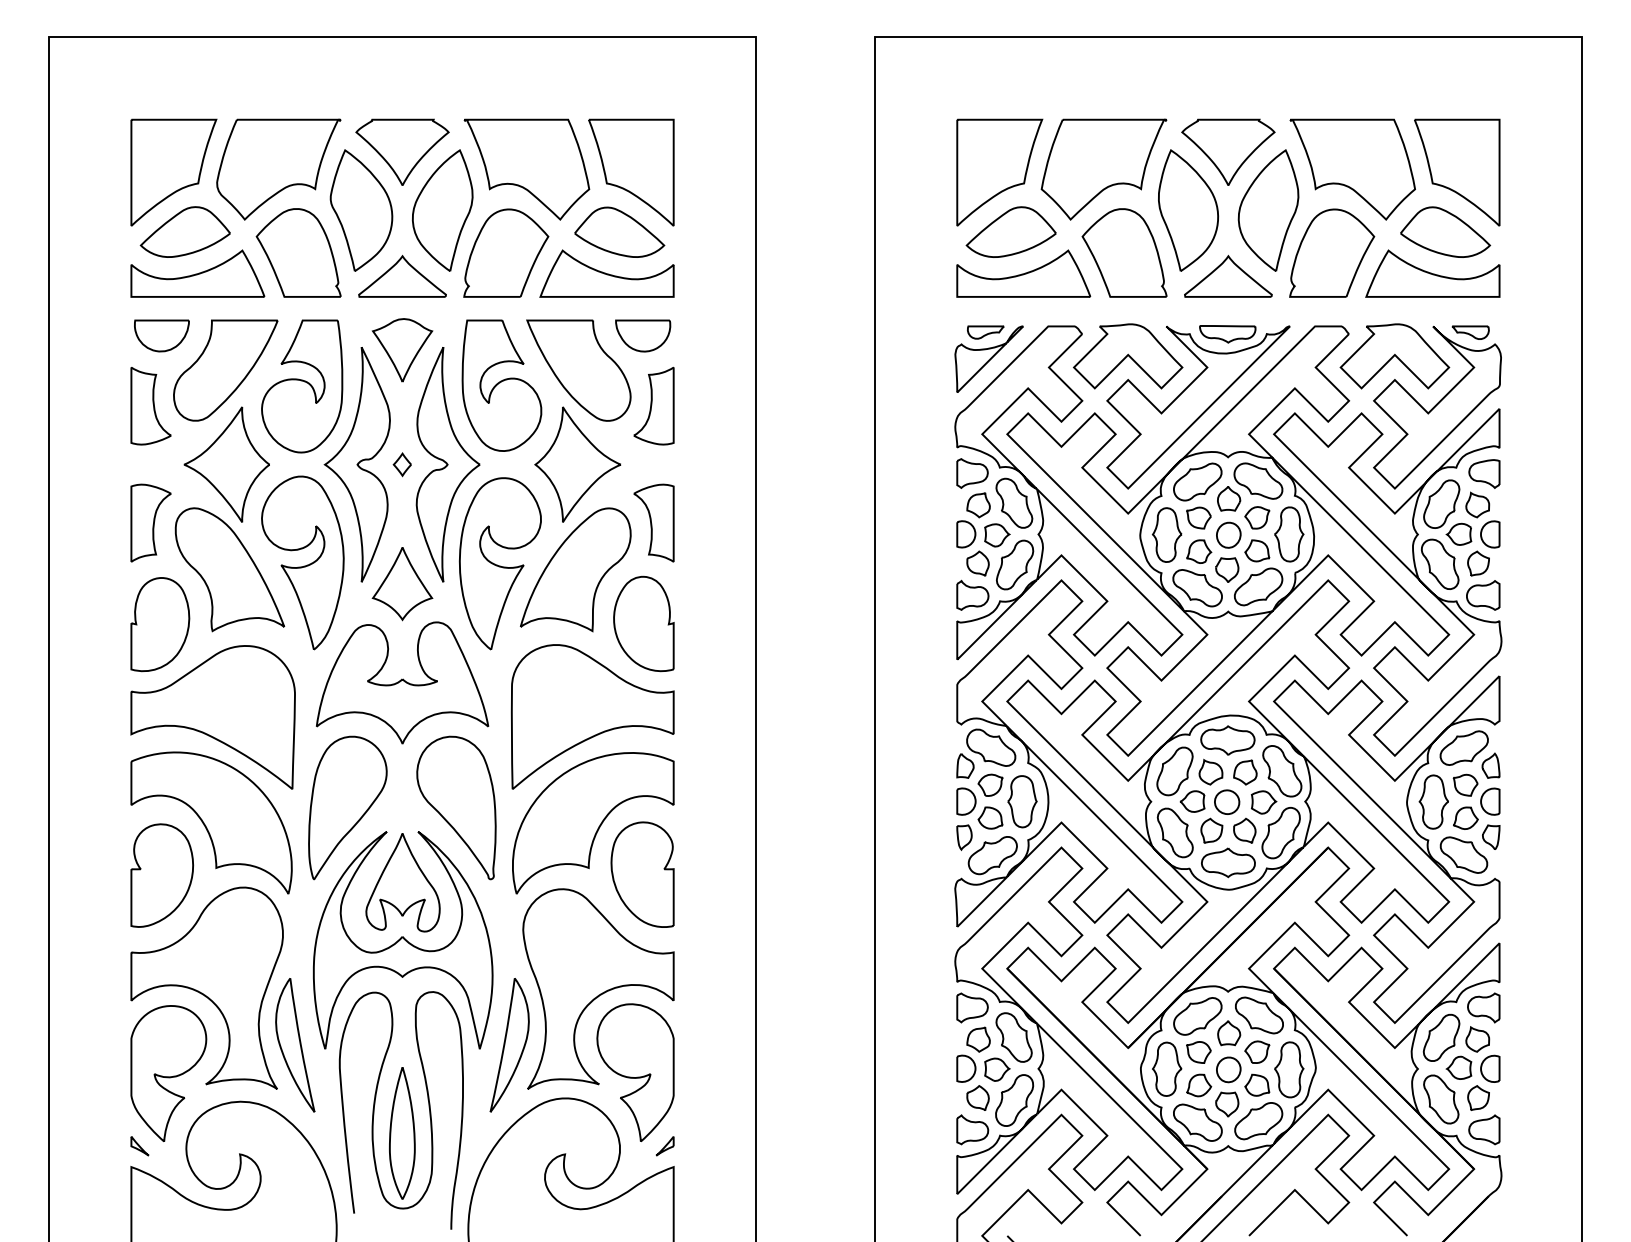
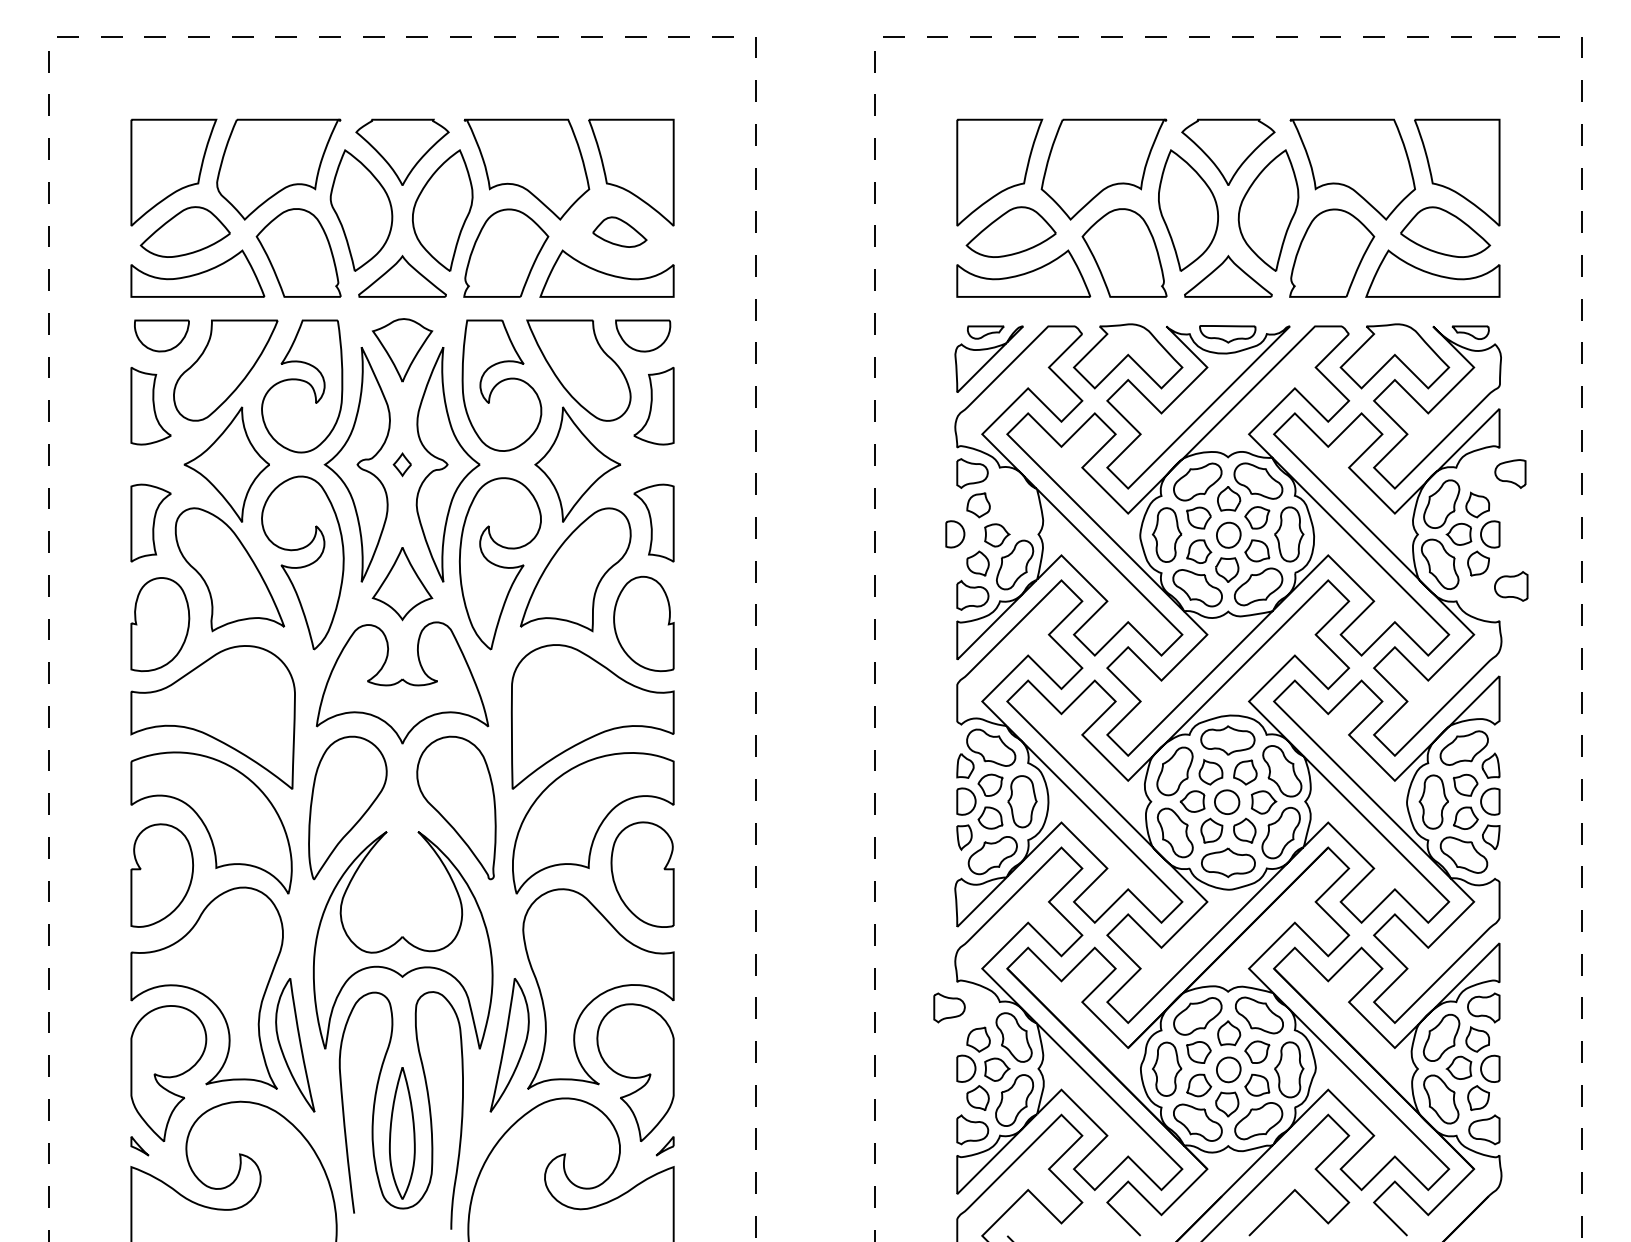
line at (402, 37): solid -> dashed
line at (1228, 37): solid -> dashed
part at (619, 231) size: 92x52 px -> 56x32 px
part at (1484, 473) position: (1484, 473) -> (1510, 473)
part at (1014, 502): present -> none
part at (966, 534) position: (966, 534) -> (955, 534)
part at (1483, 595) position: (1483, 595) -> (1511, 586)
part at (402, 882): present -> none
part at (972, 1007) position: (972, 1007) -> (949, 1007)
